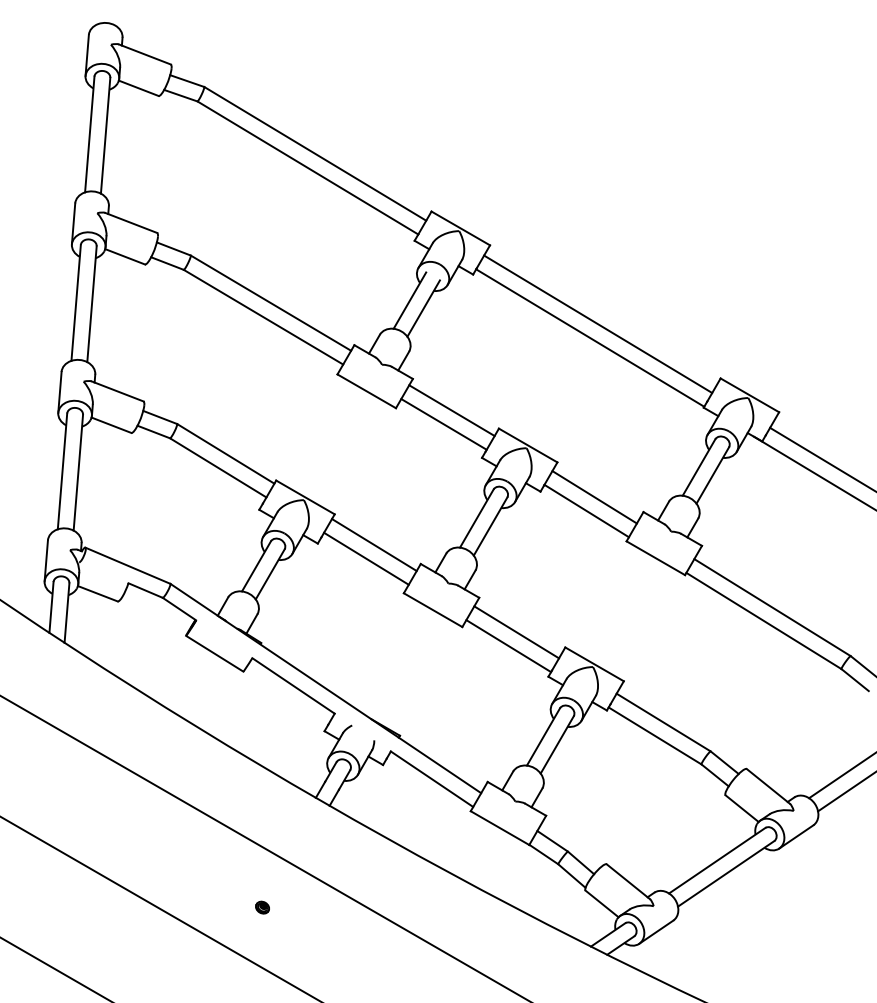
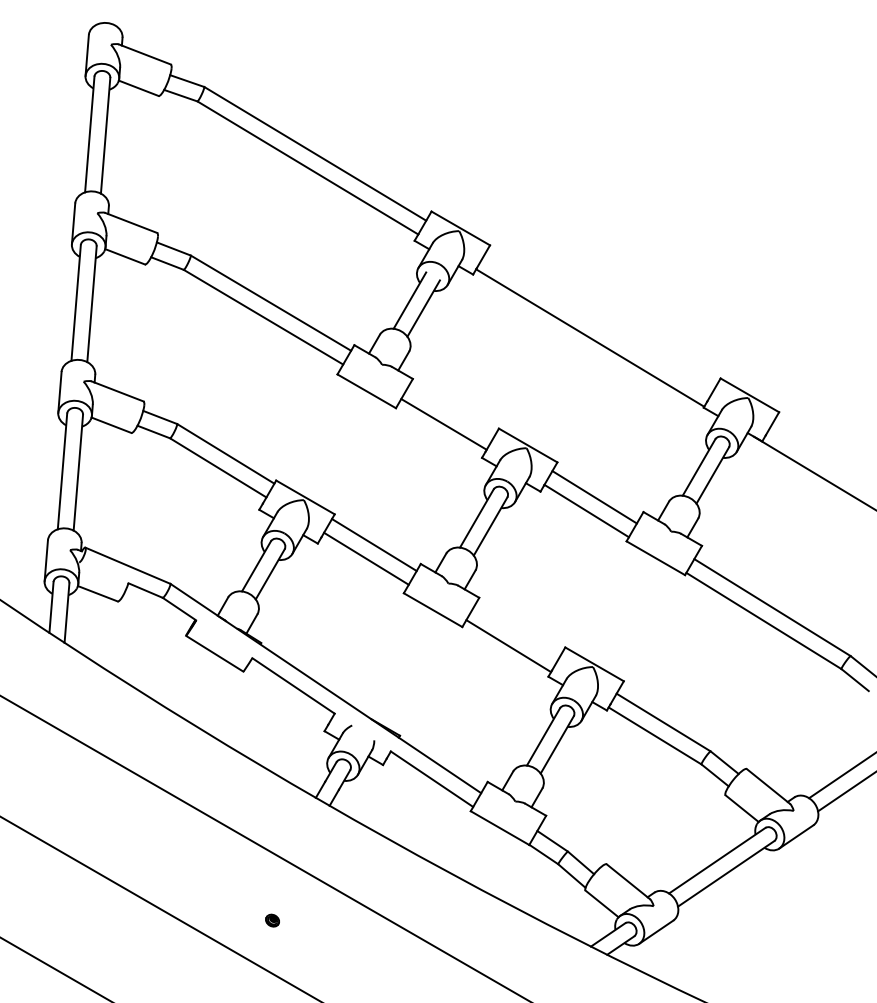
line at (598, 324): present -> none
line at (451, 410): present -> none
line at (821, 458): present -> none
line at (516, 632): present -> none
part at (262, 907) position: (262, 907) -> (272, 920)
